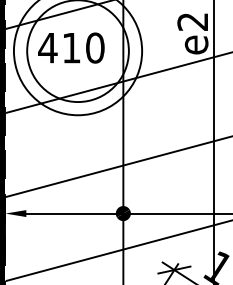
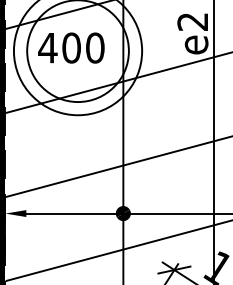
text at (71, 47): 410 -> 400
